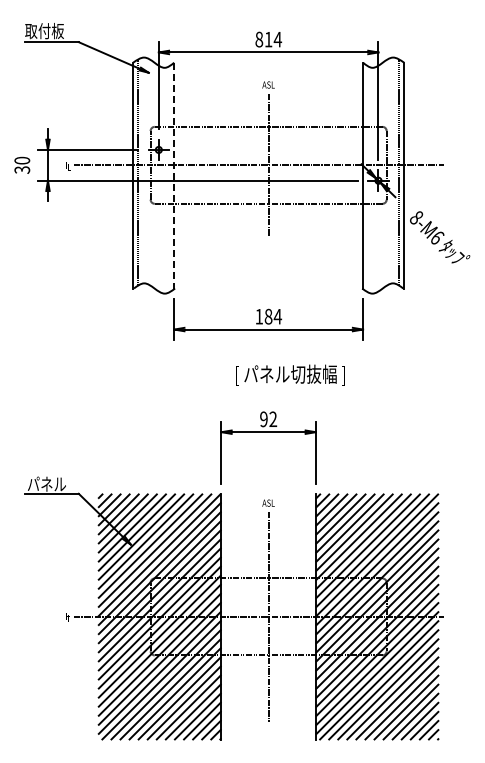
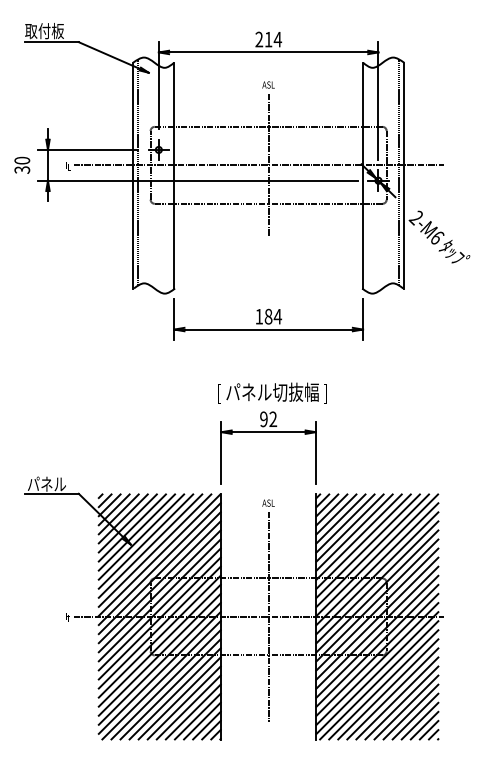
text at (259, 39): 814 -> 214
line at (174, 175): dashed -> solid
text at (415, 217): 8-M6 -> 2-M6
text at (290, 374) position: (290, 374) -> (272, 392)
